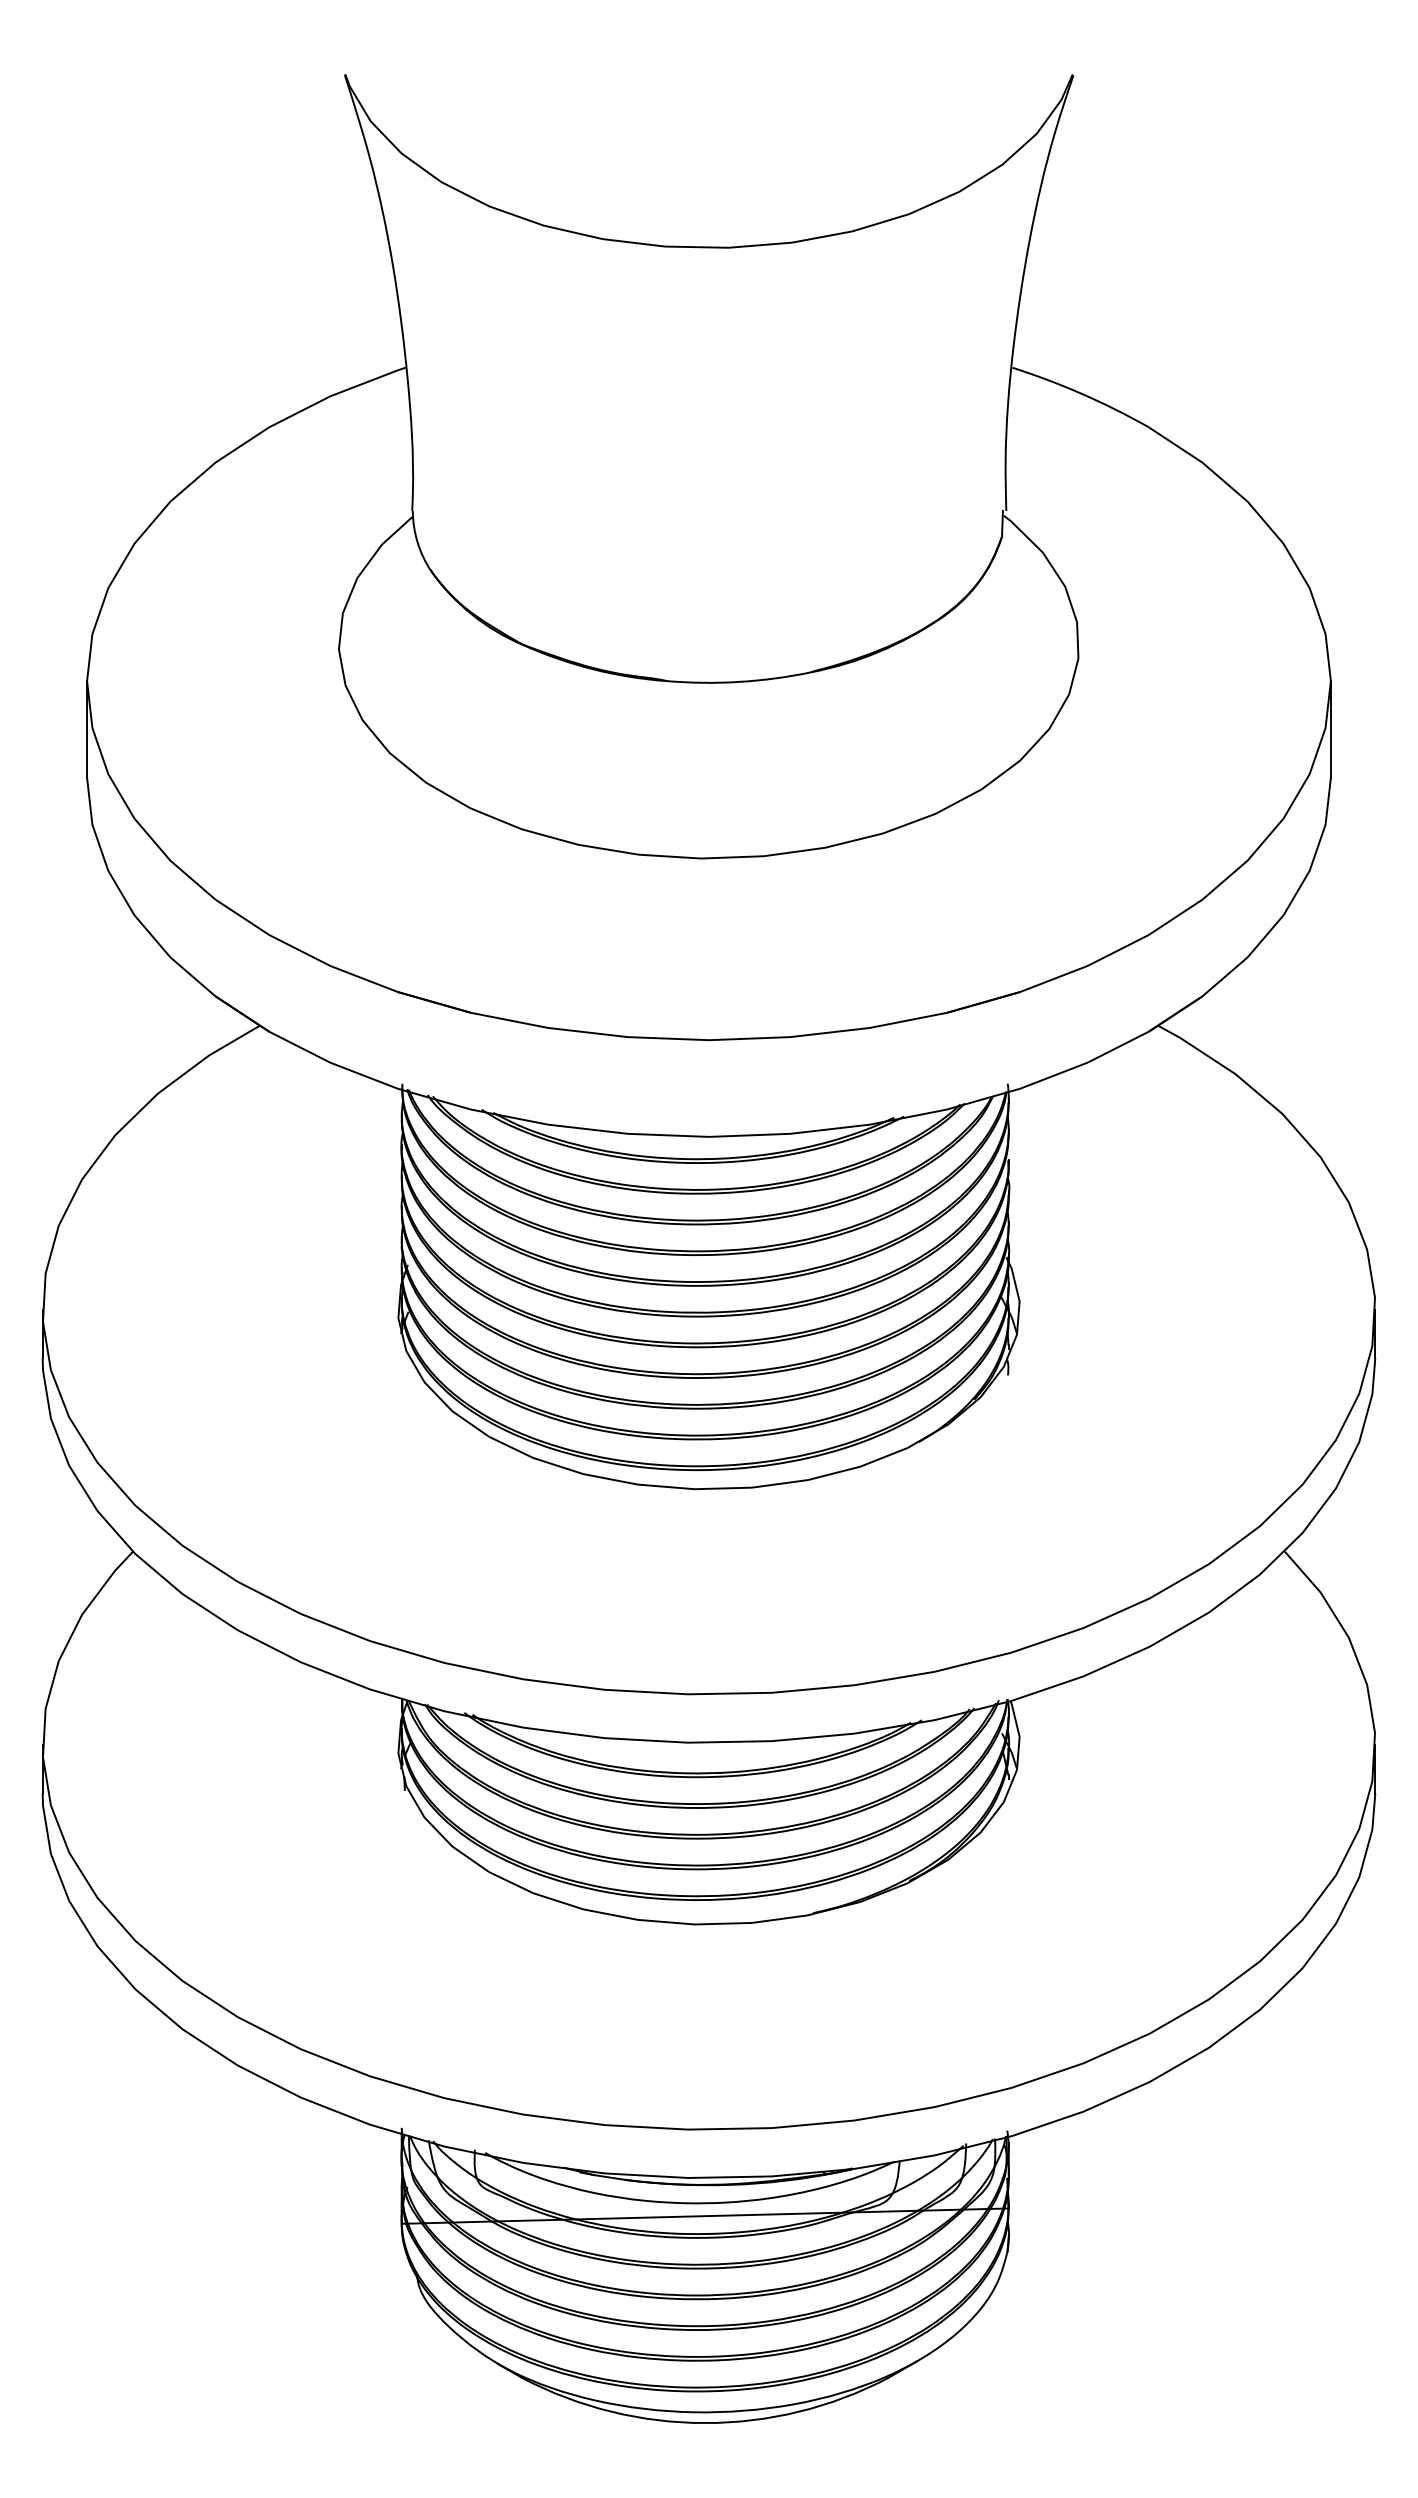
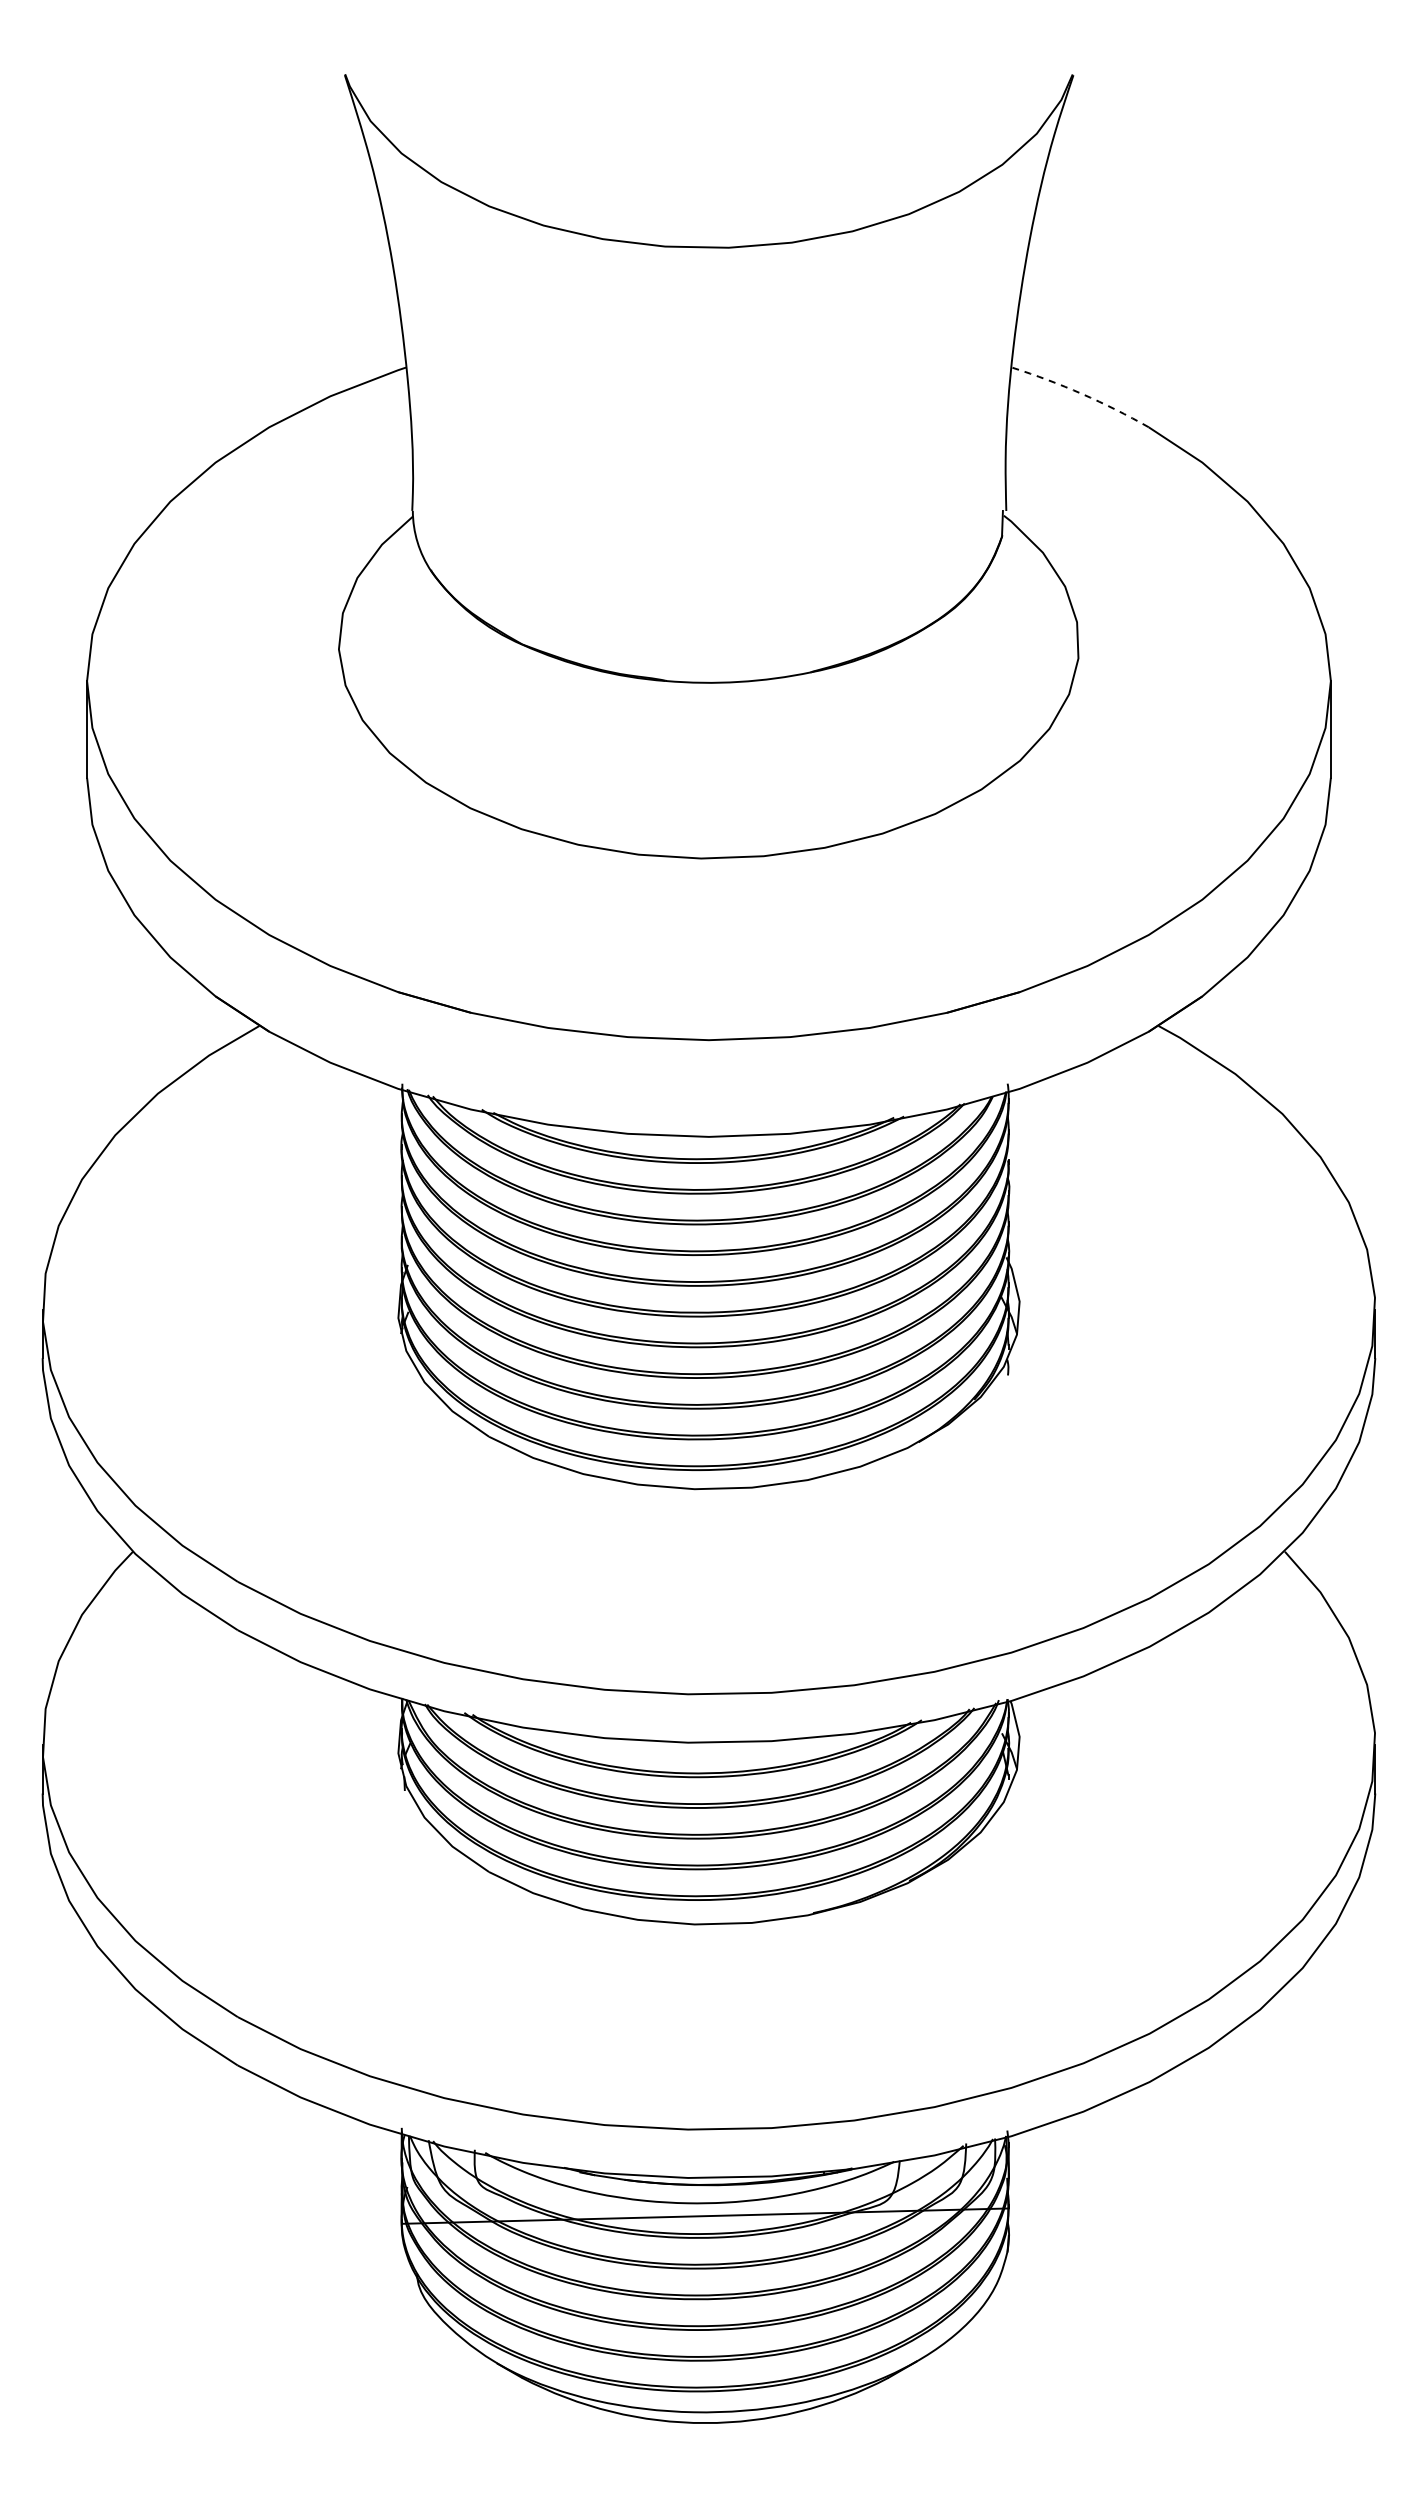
arc at (1082, 394): solid -> dashed
